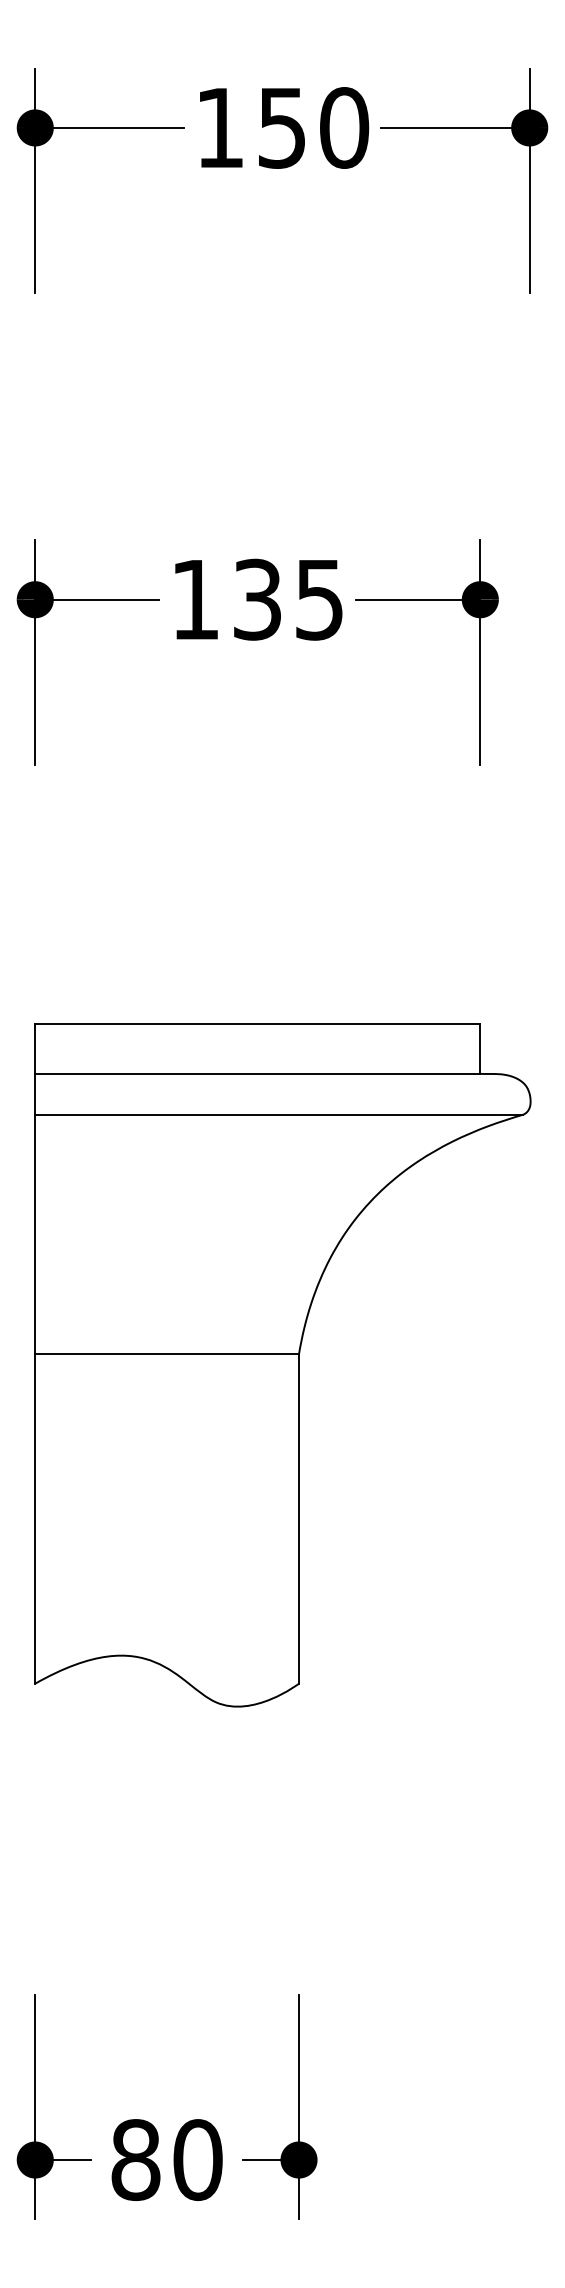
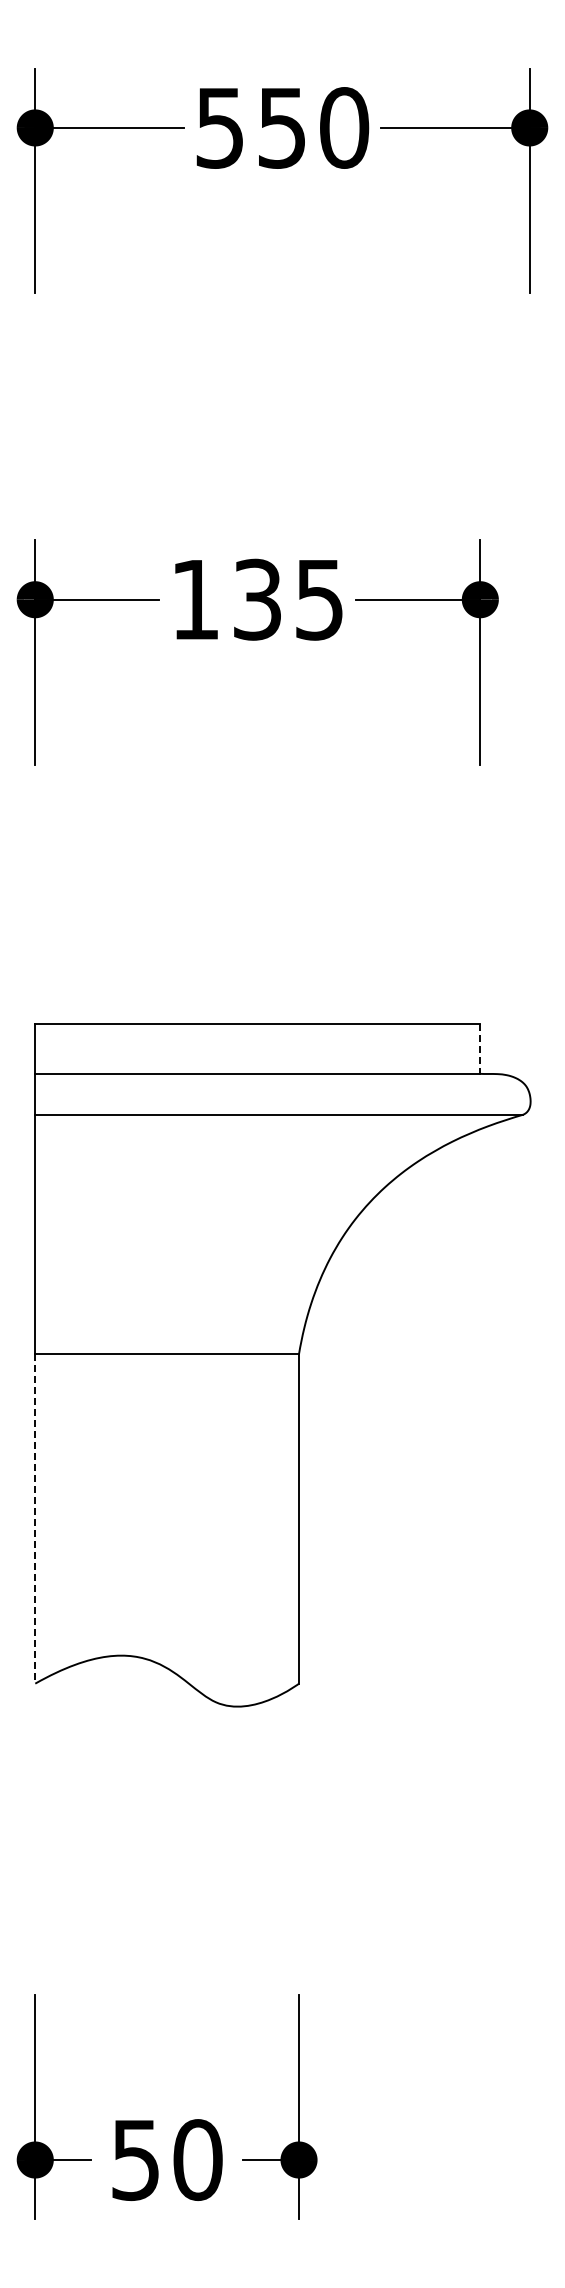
text at (219, 128): 150 -> 550
line at (480, 1049): solid -> dashed
line at (35, 1518): solid -> dashed
text at (135, 2160): 80 -> 50
